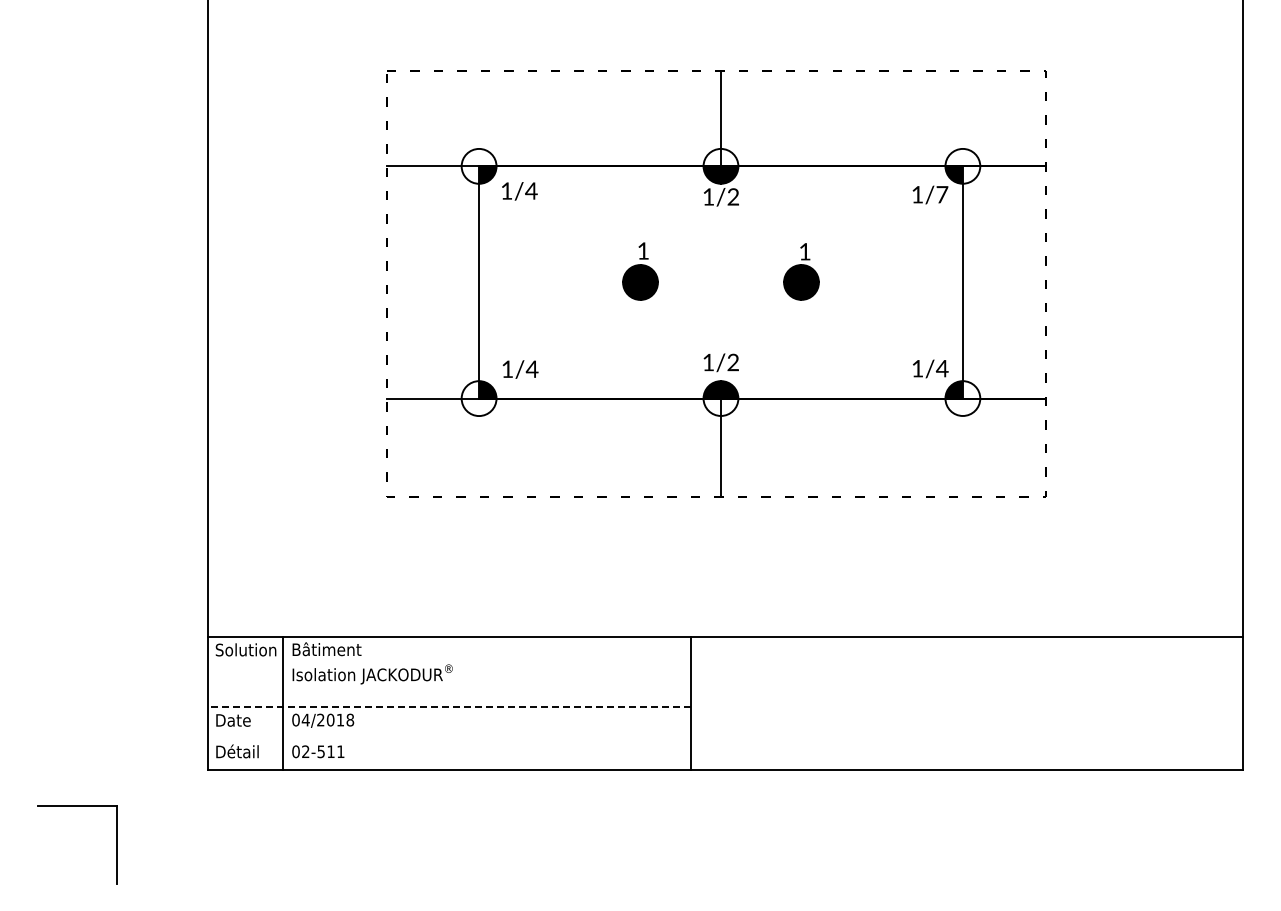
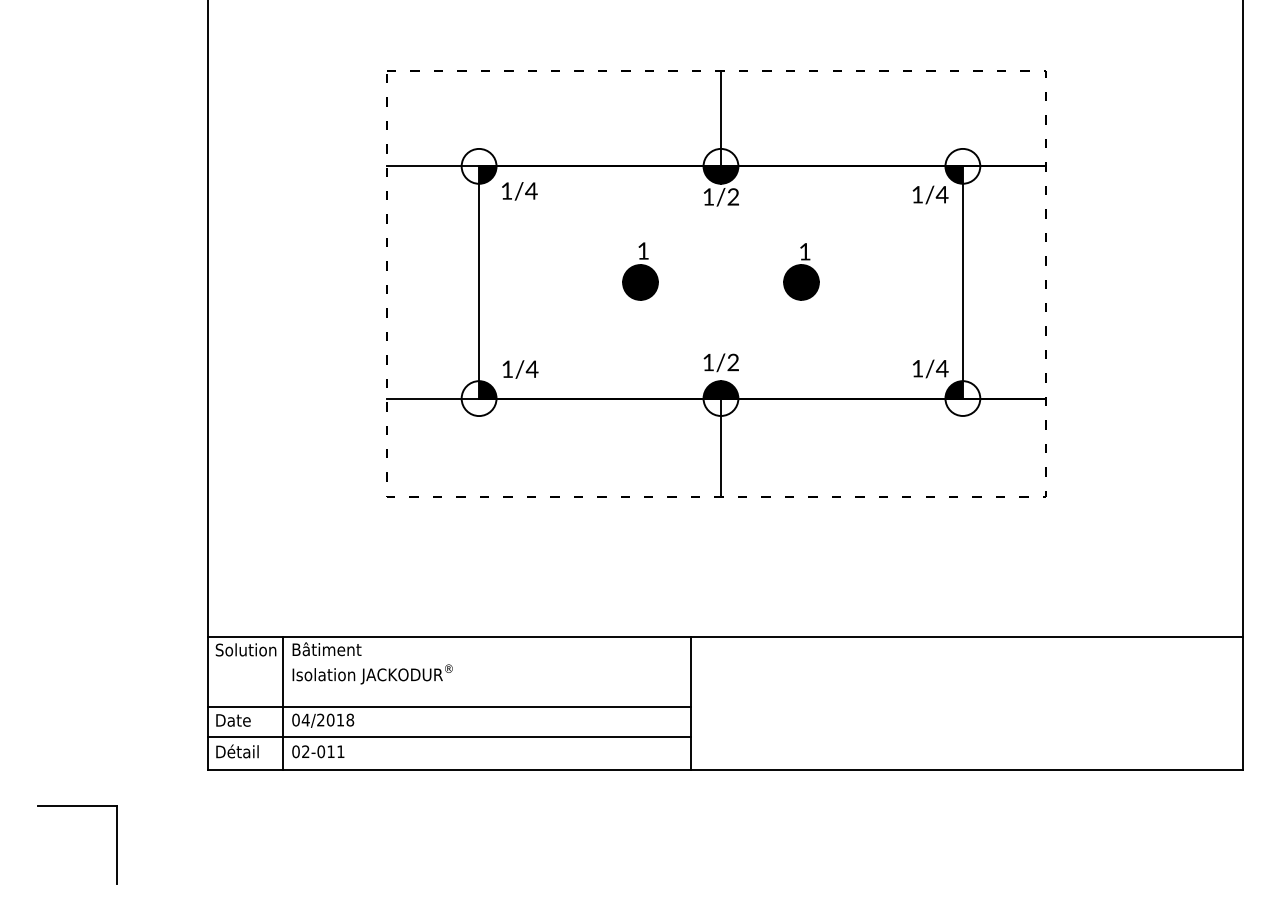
text at (941, 194): 1/7 -> 1/4
line at (449, 706): dashed -> solid
line at (449, 736): none -> present
text at (321, 751): 02-511 -> 02-011
